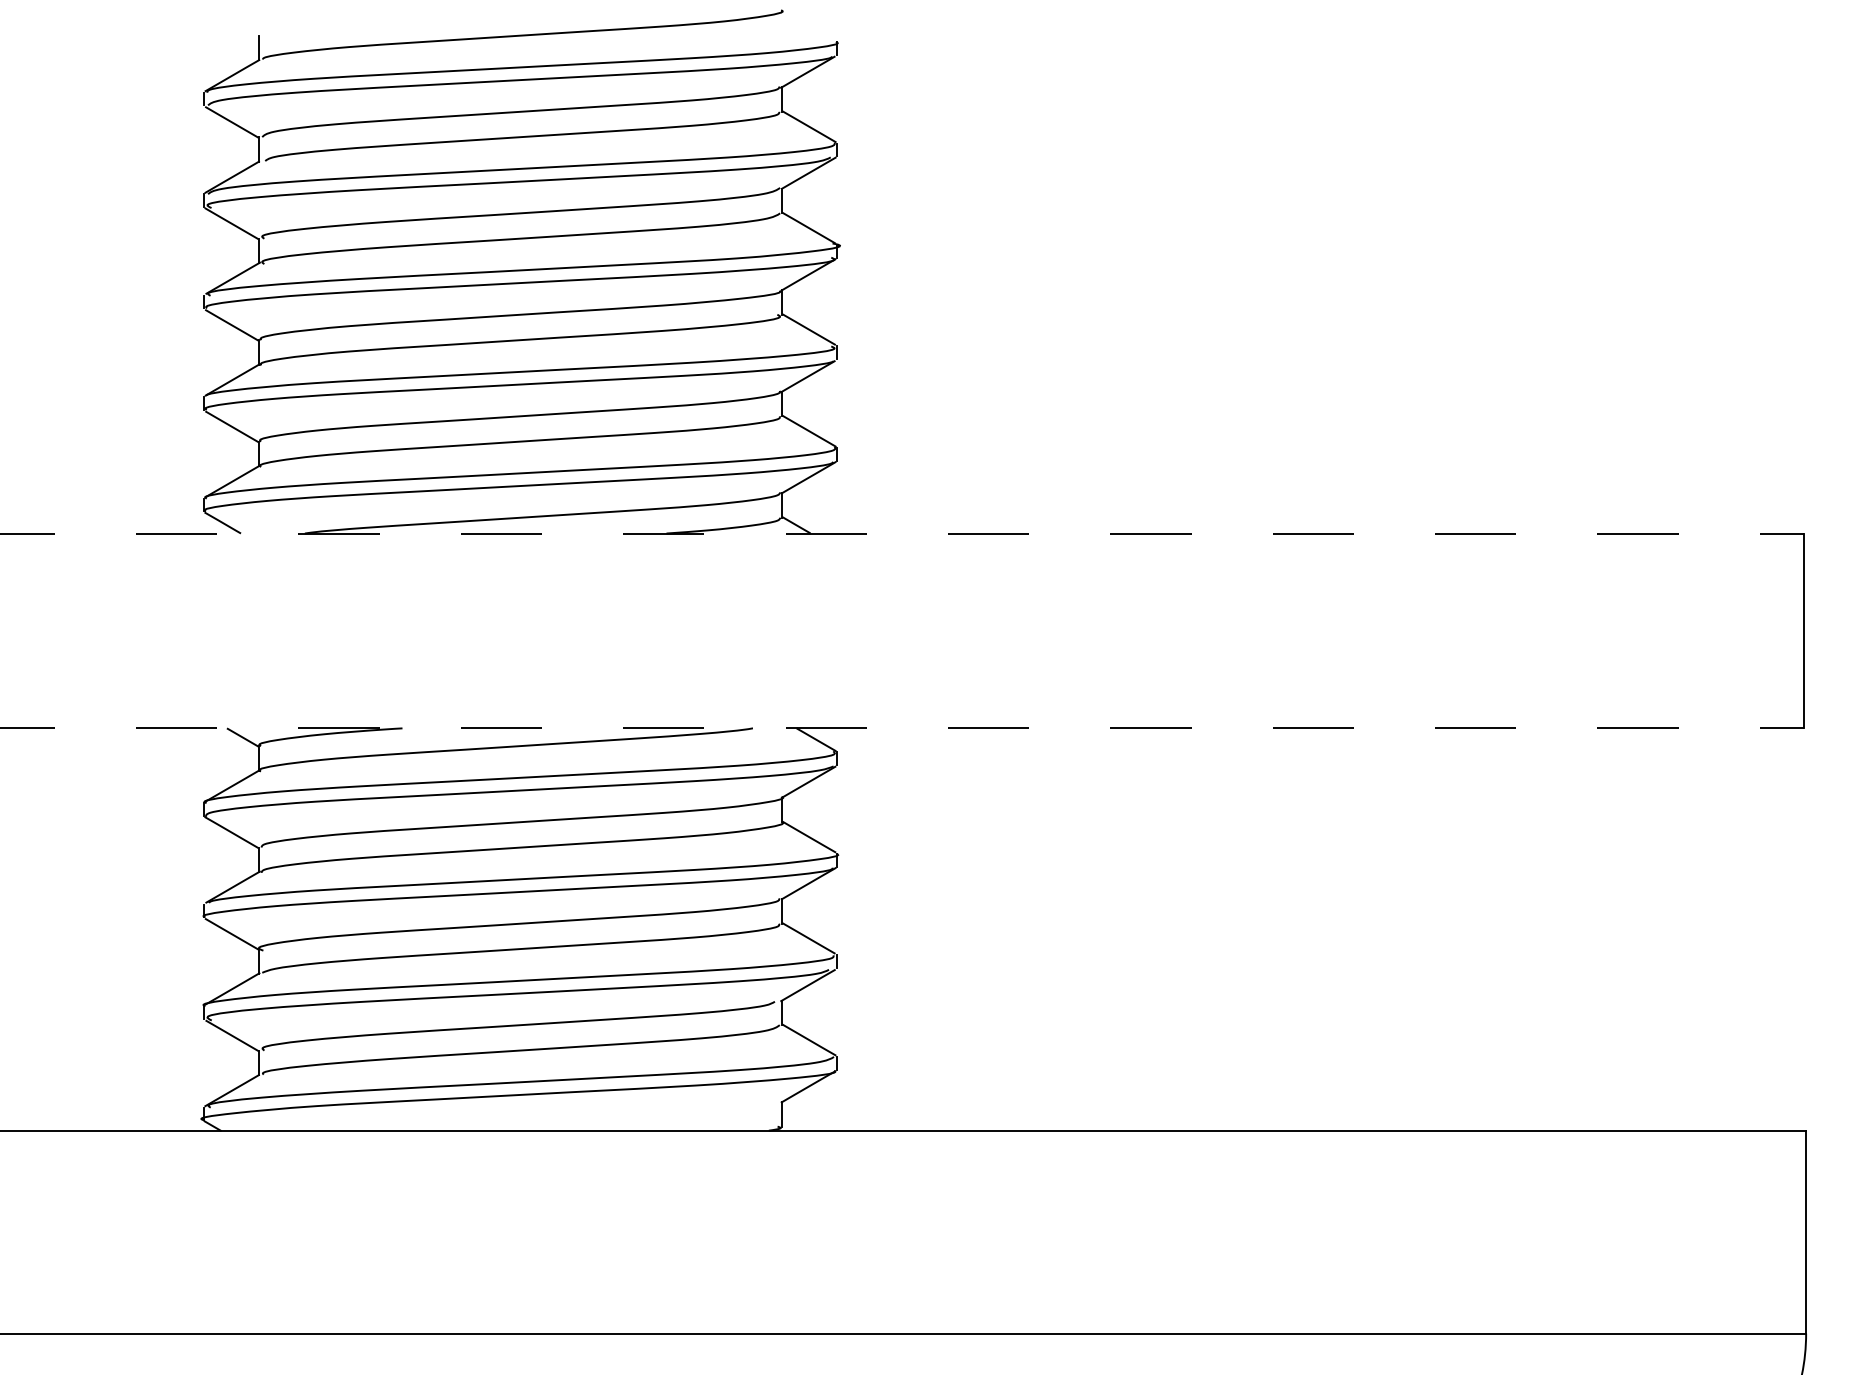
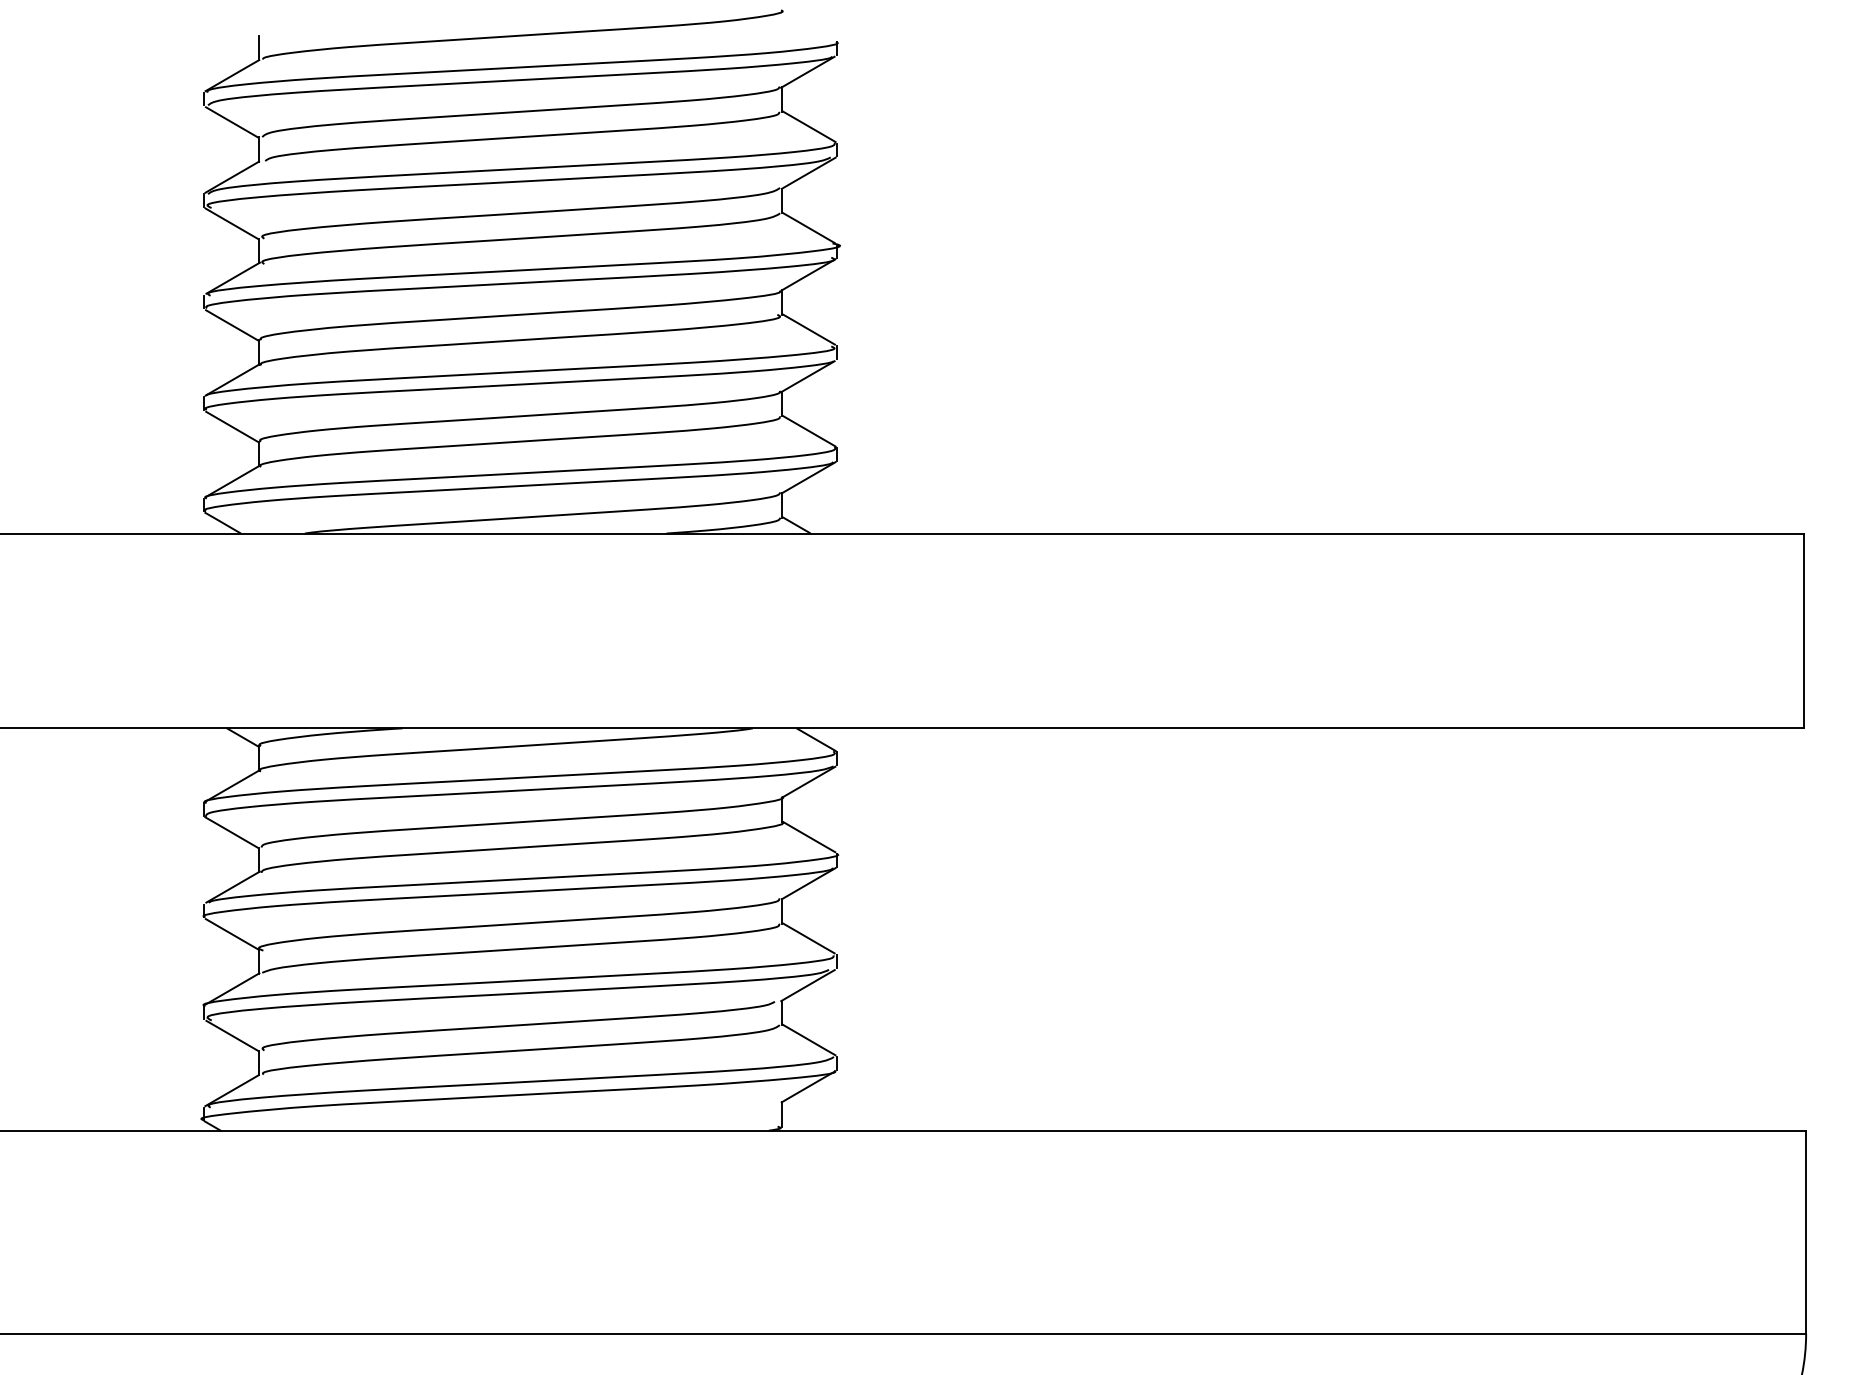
line at (902, 533): dashed -> solid
line at (902, 728): dashed -> solid
